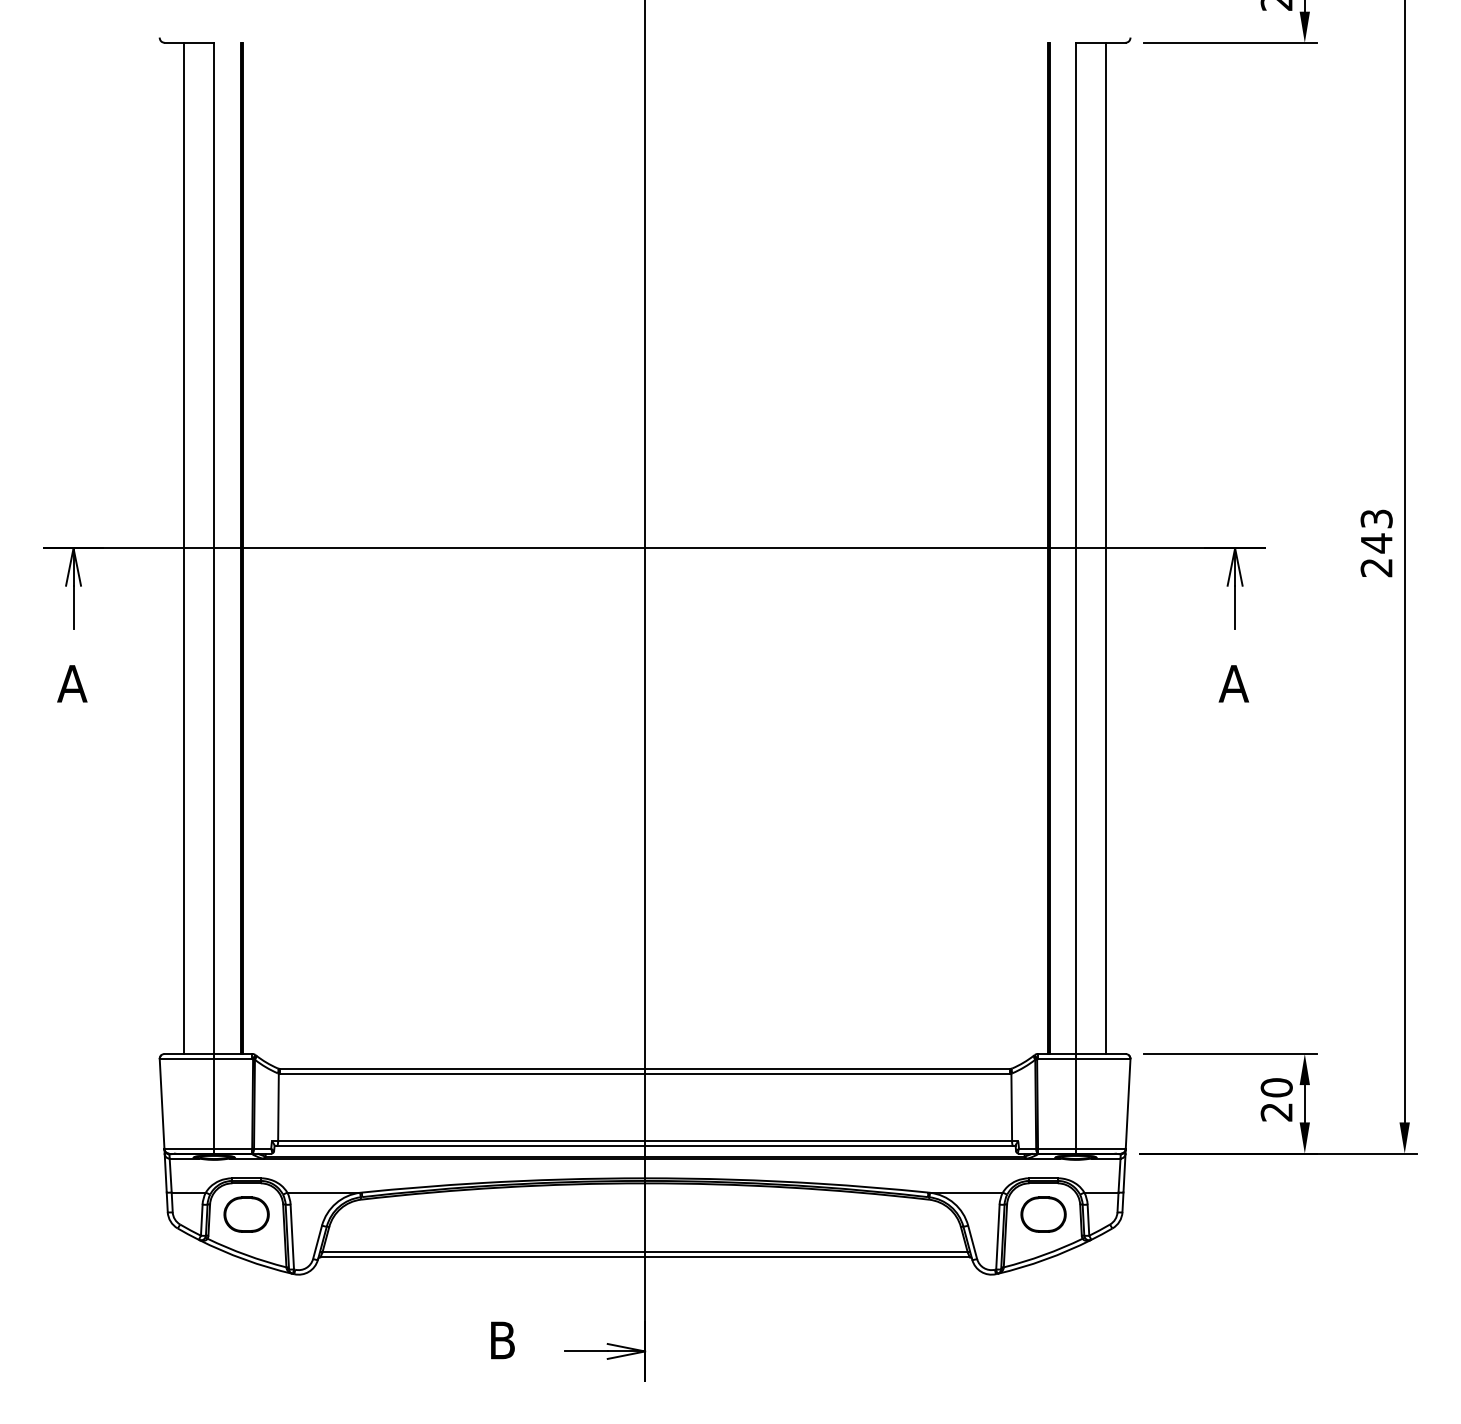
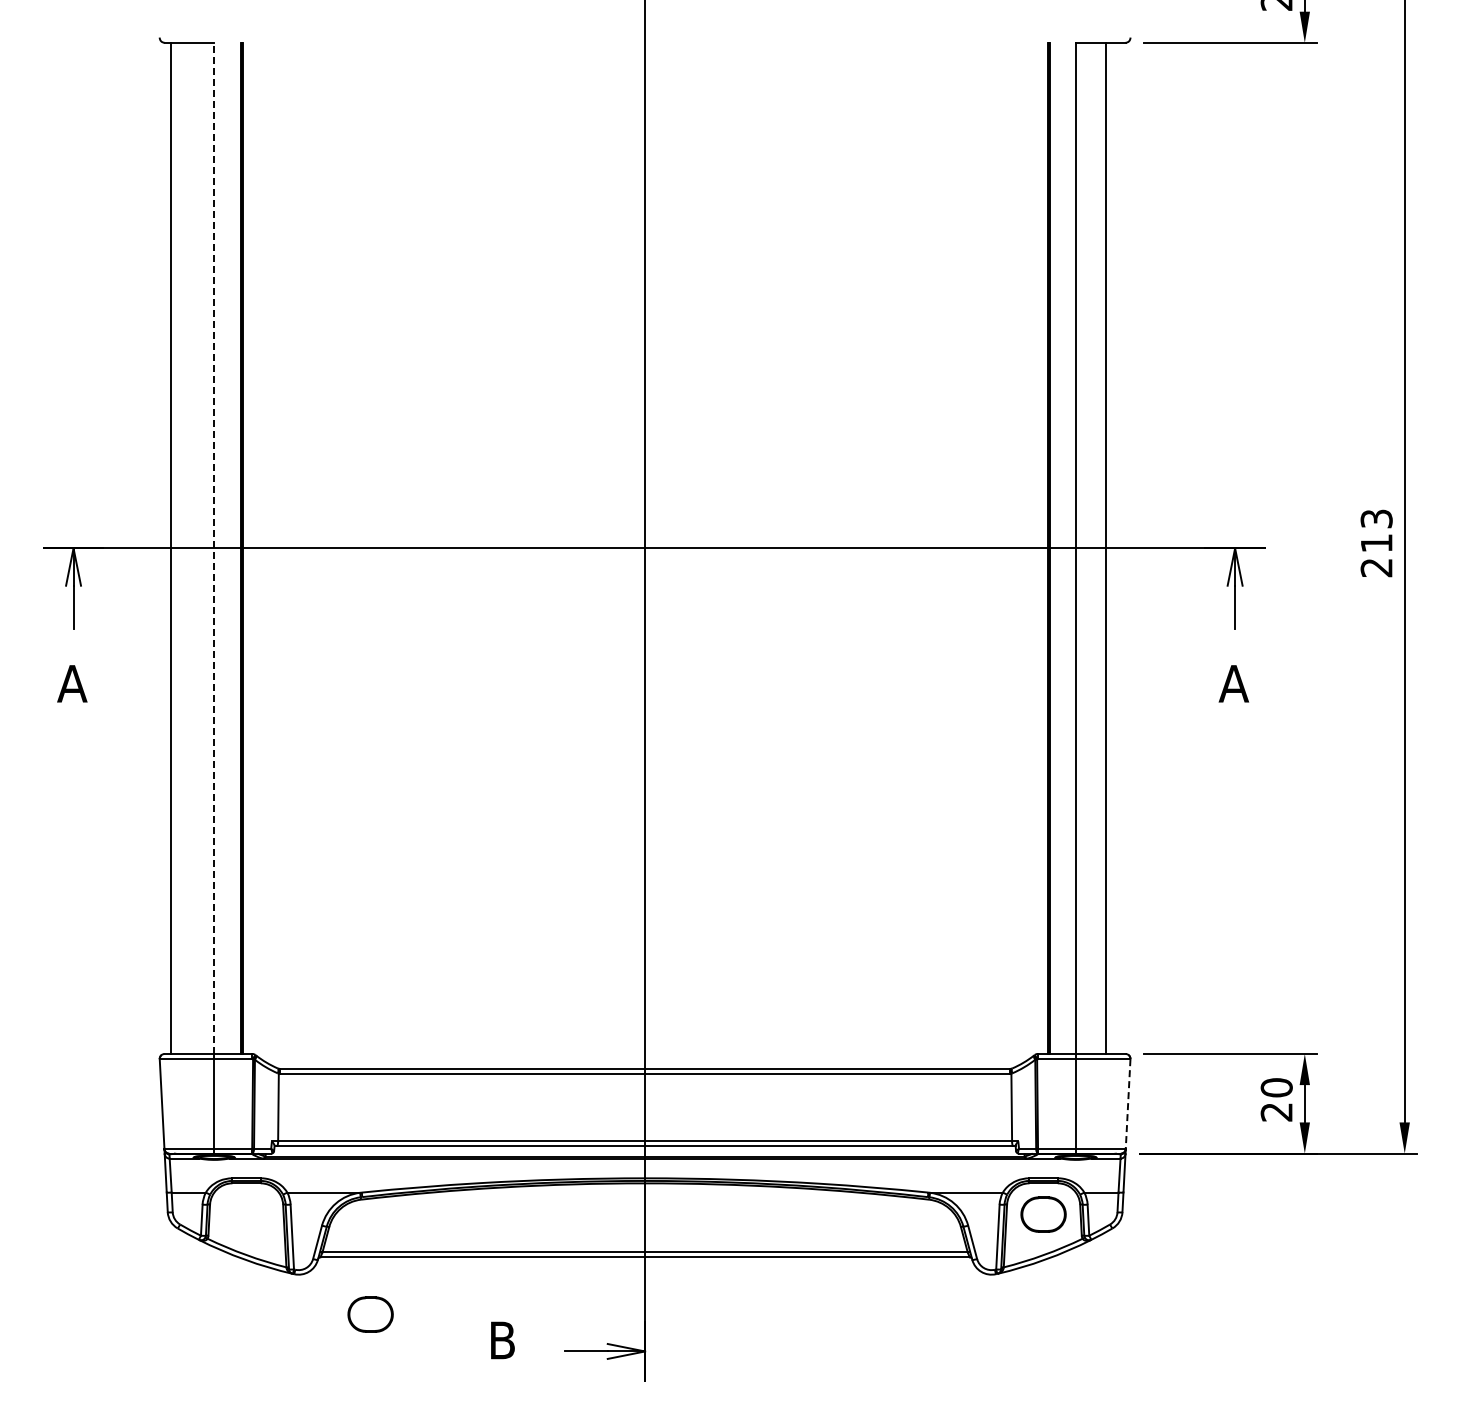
text at (1376, 543): 243 -> 213
line at (184, 547) position: (184, 547) -> (171, 547)
line at (214, 548): solid -> dashed
line at (1128, 1104): solid -> dashed
part at (246, 1214) position: (246, 1214) -> (370, 1314)
